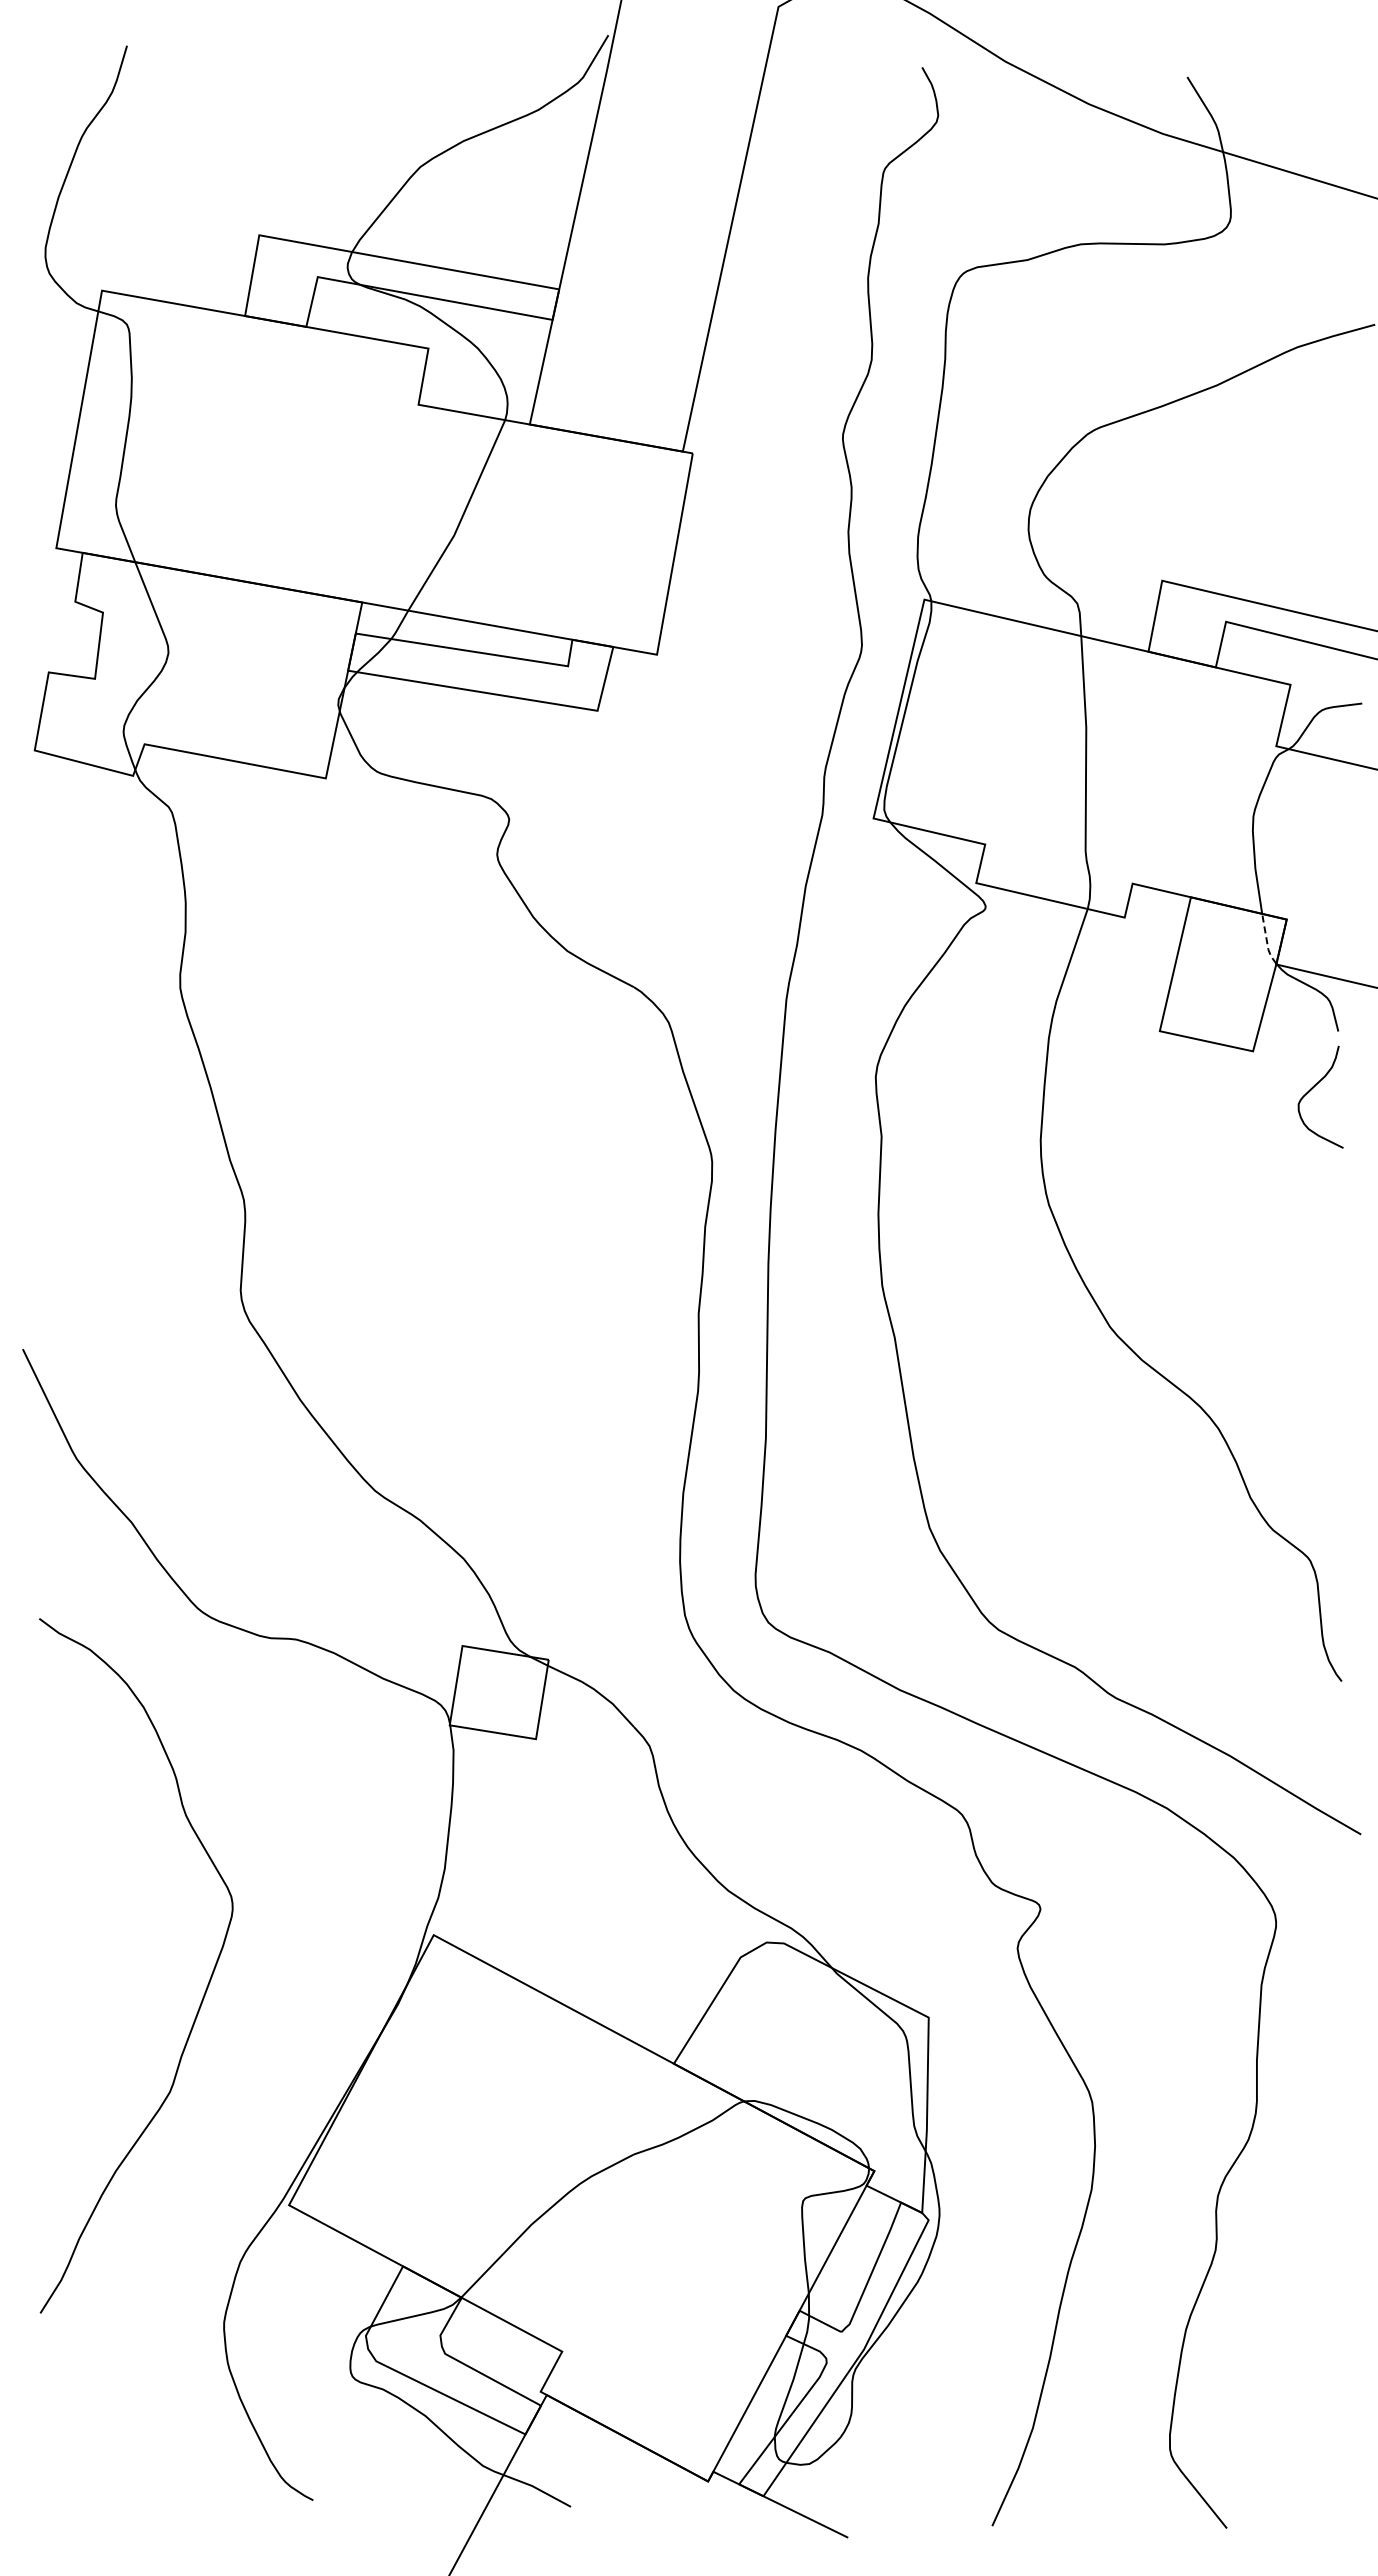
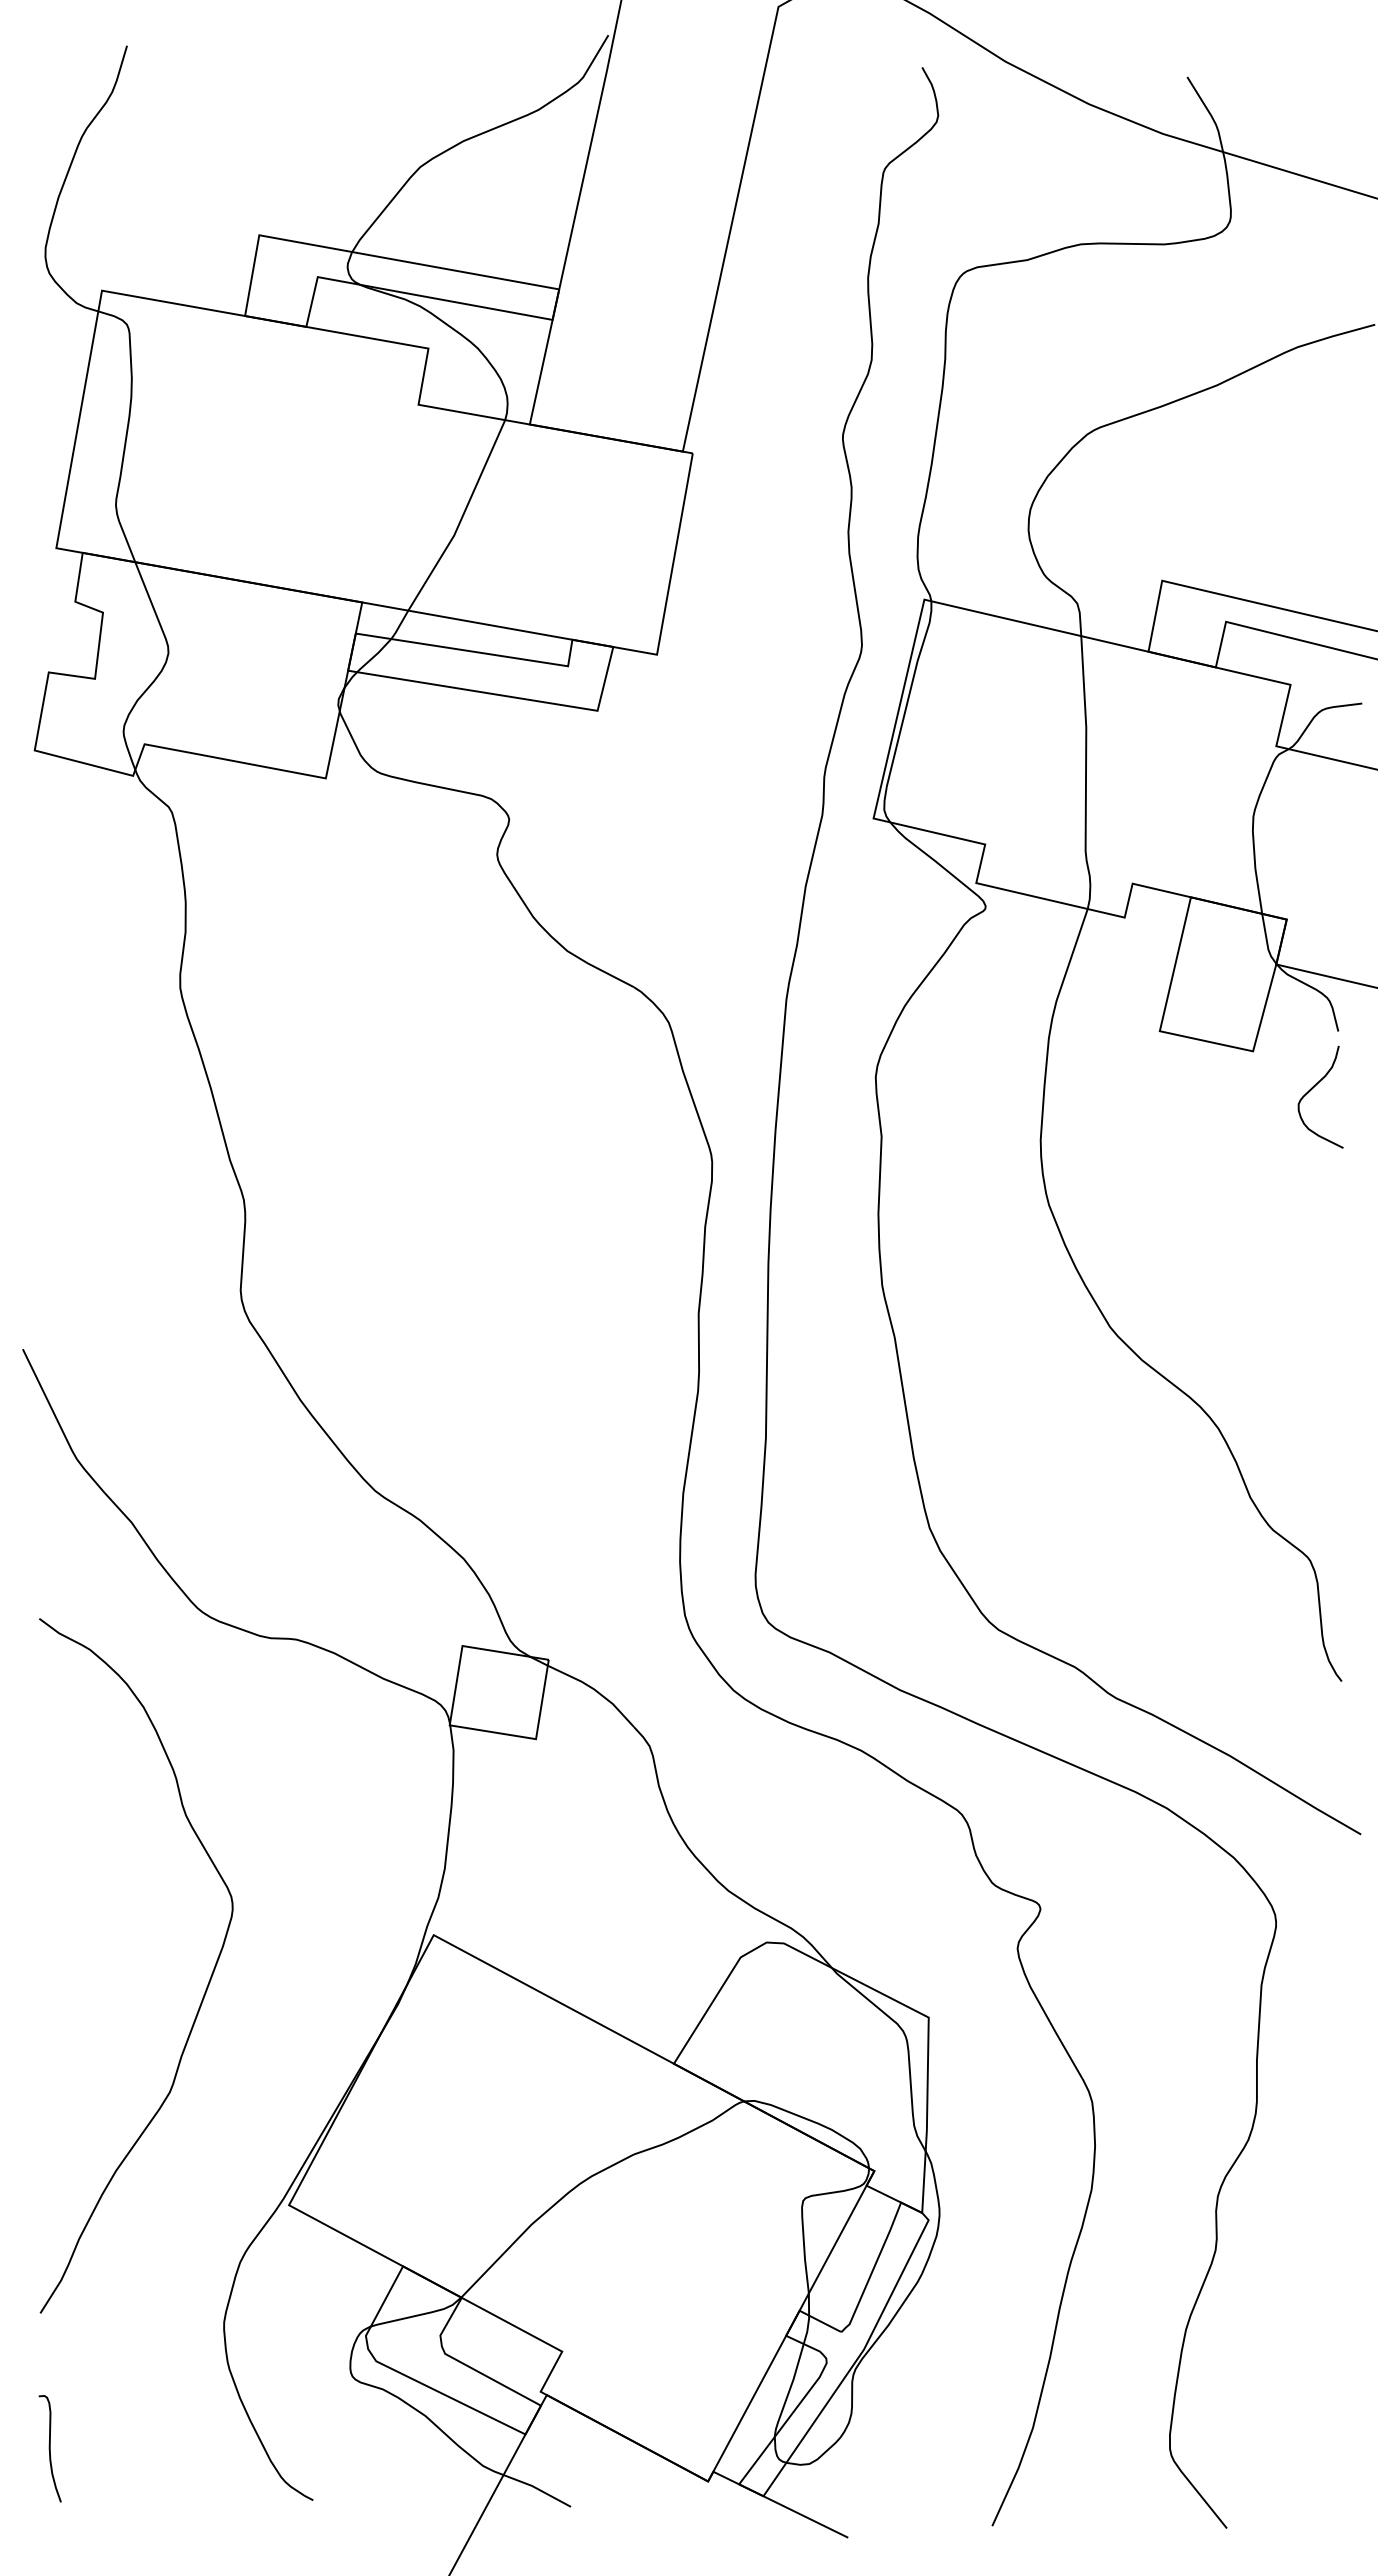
line at (1266, 941): dashed -> solid
curve at (49, 2448): none -> present
